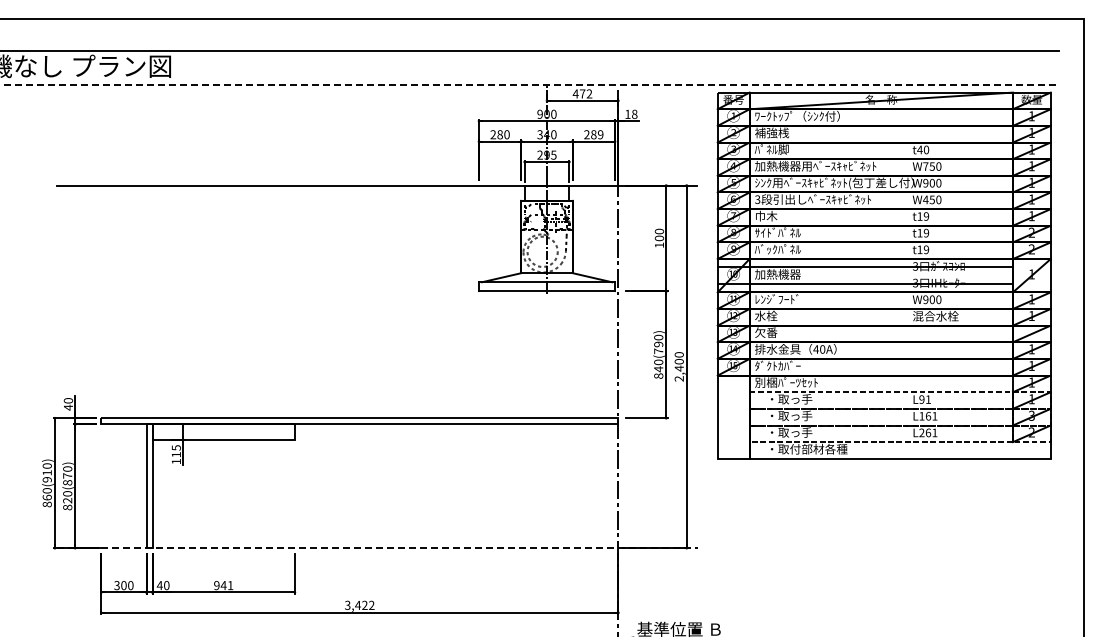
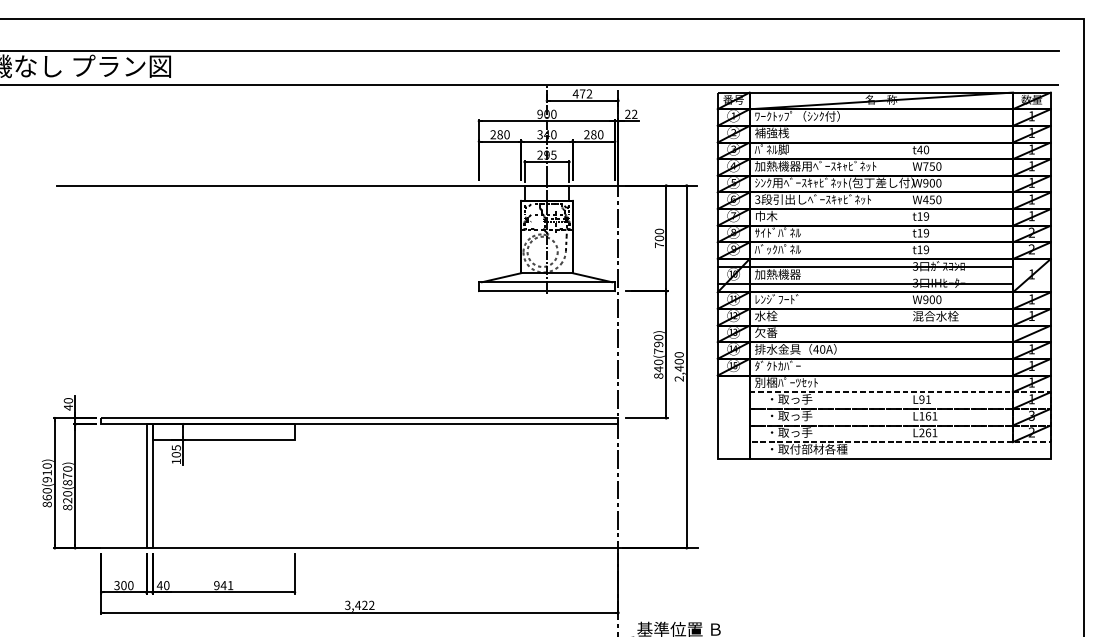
line at (530, 85): dashed -> solid
text at (631, 113): 18 -> 22
text at (600, 134): 289 -> 280
text at (659, 245): 100 -> 700
text at (175, 454): 115 -> 105
line at (377, 548): dashed -> solid
